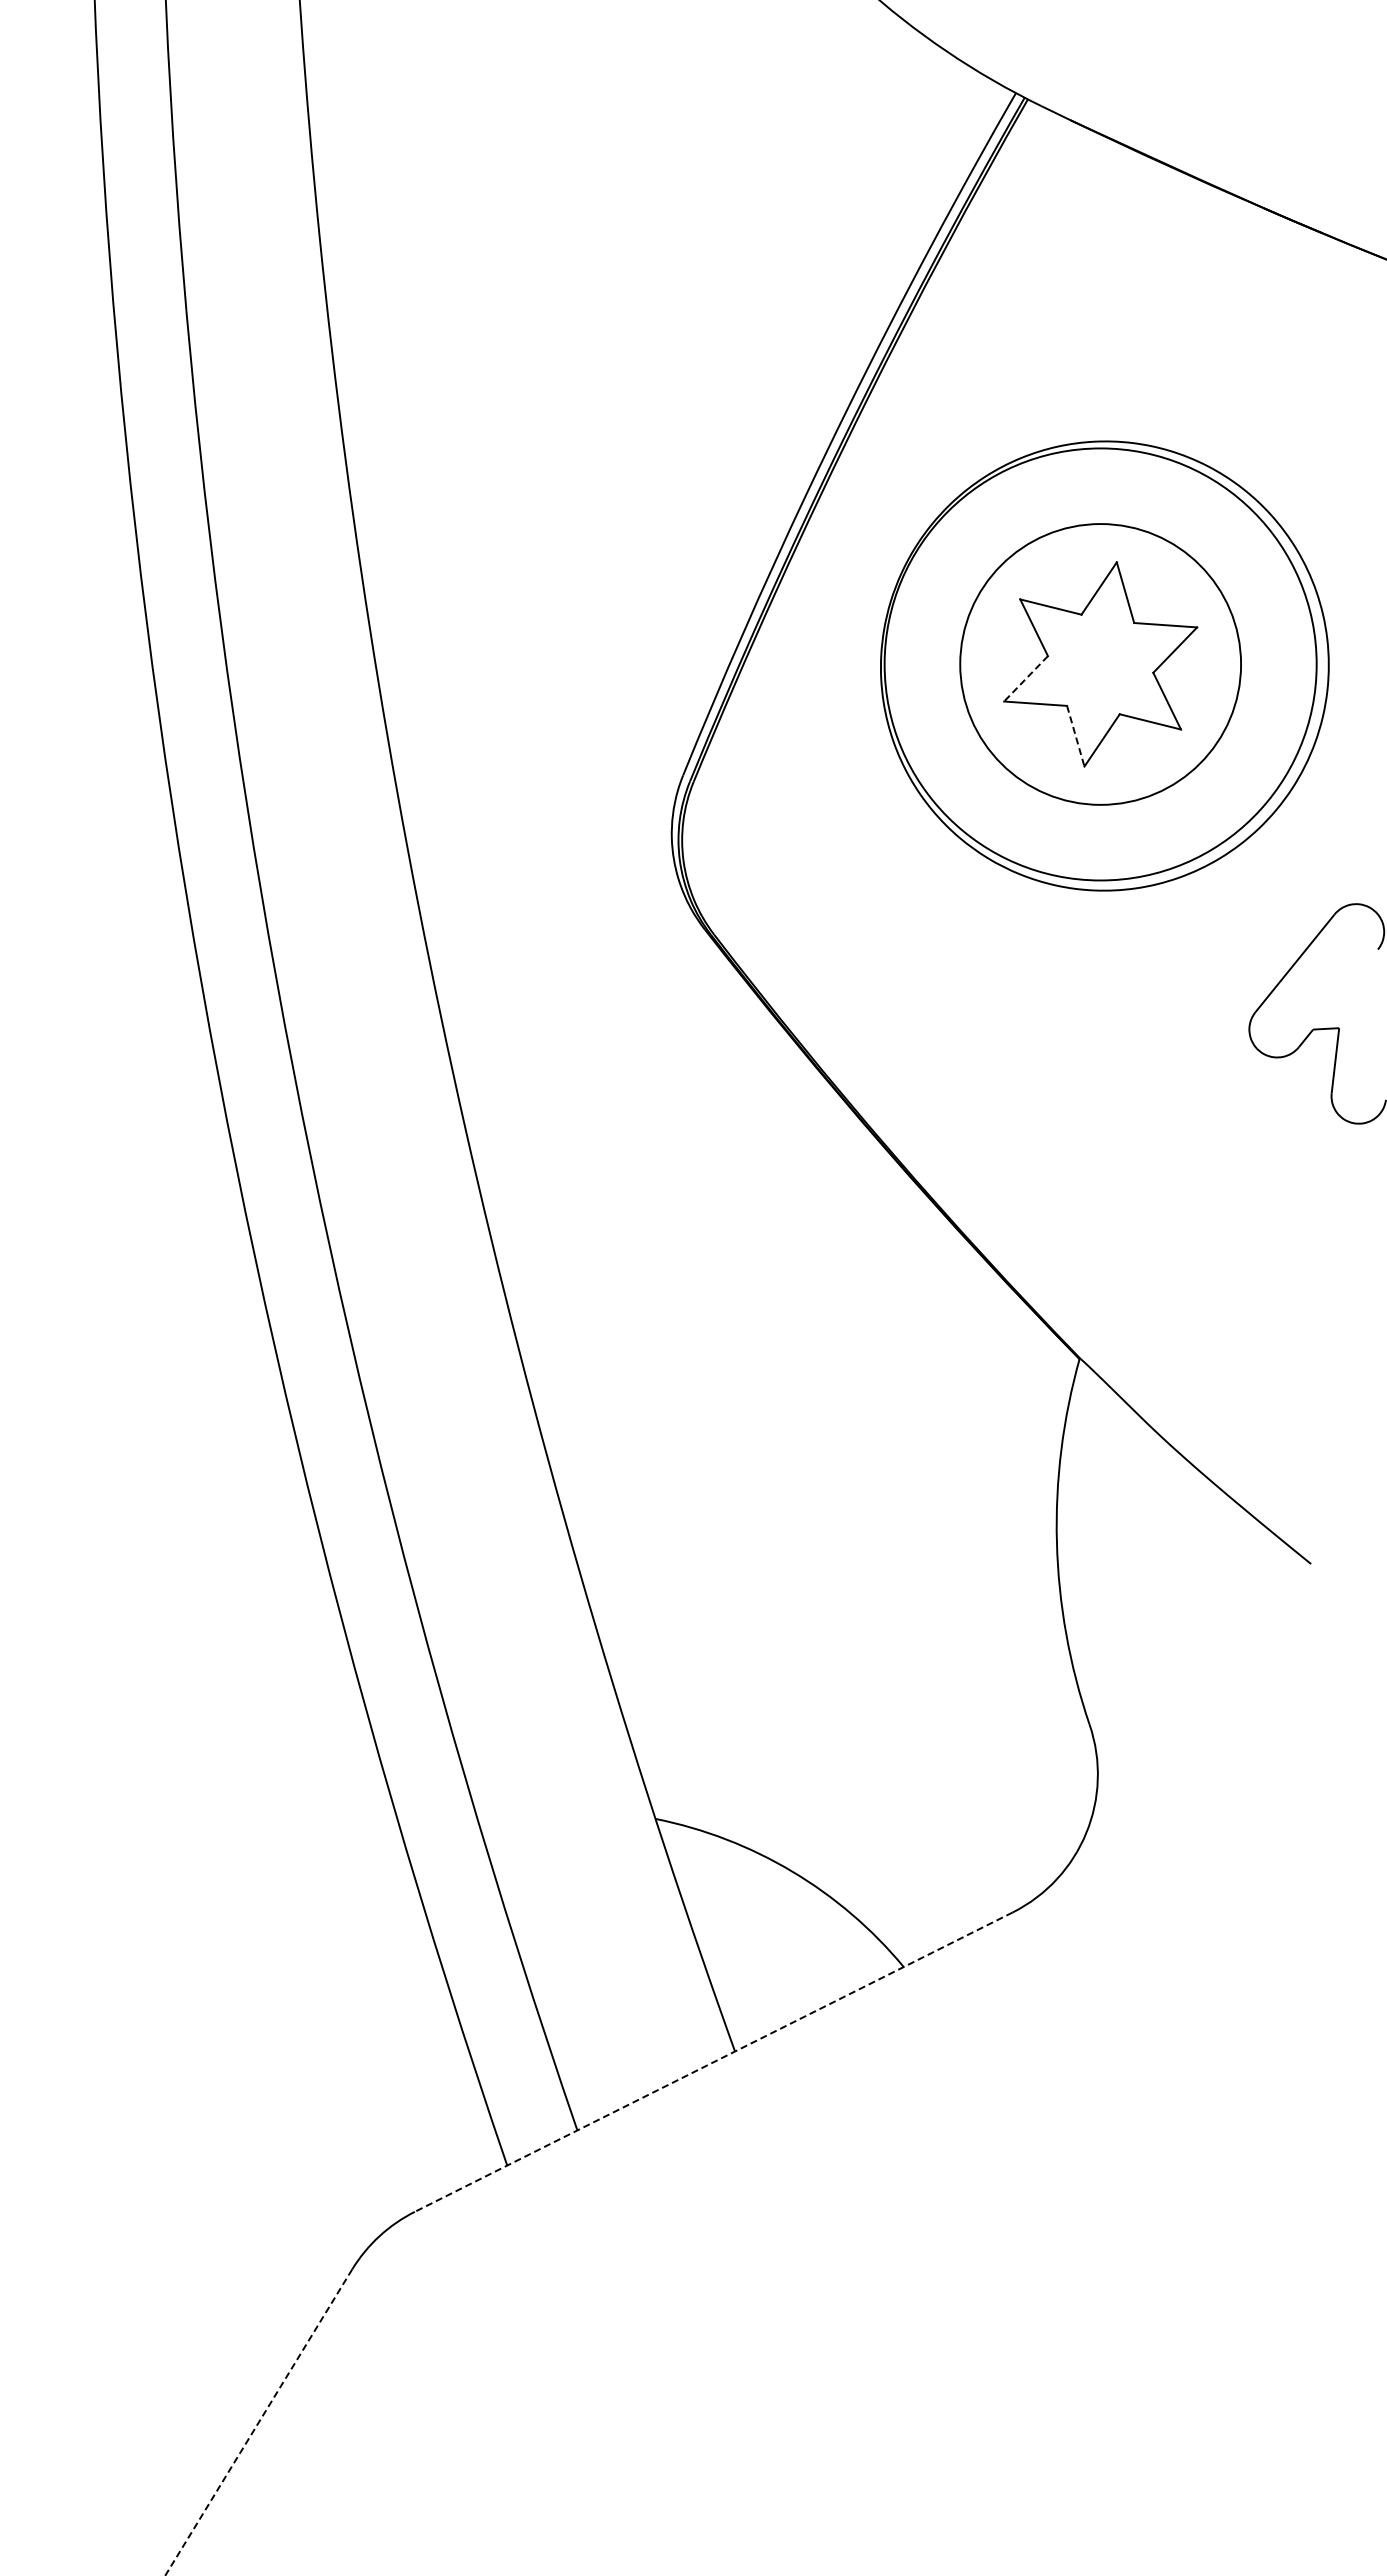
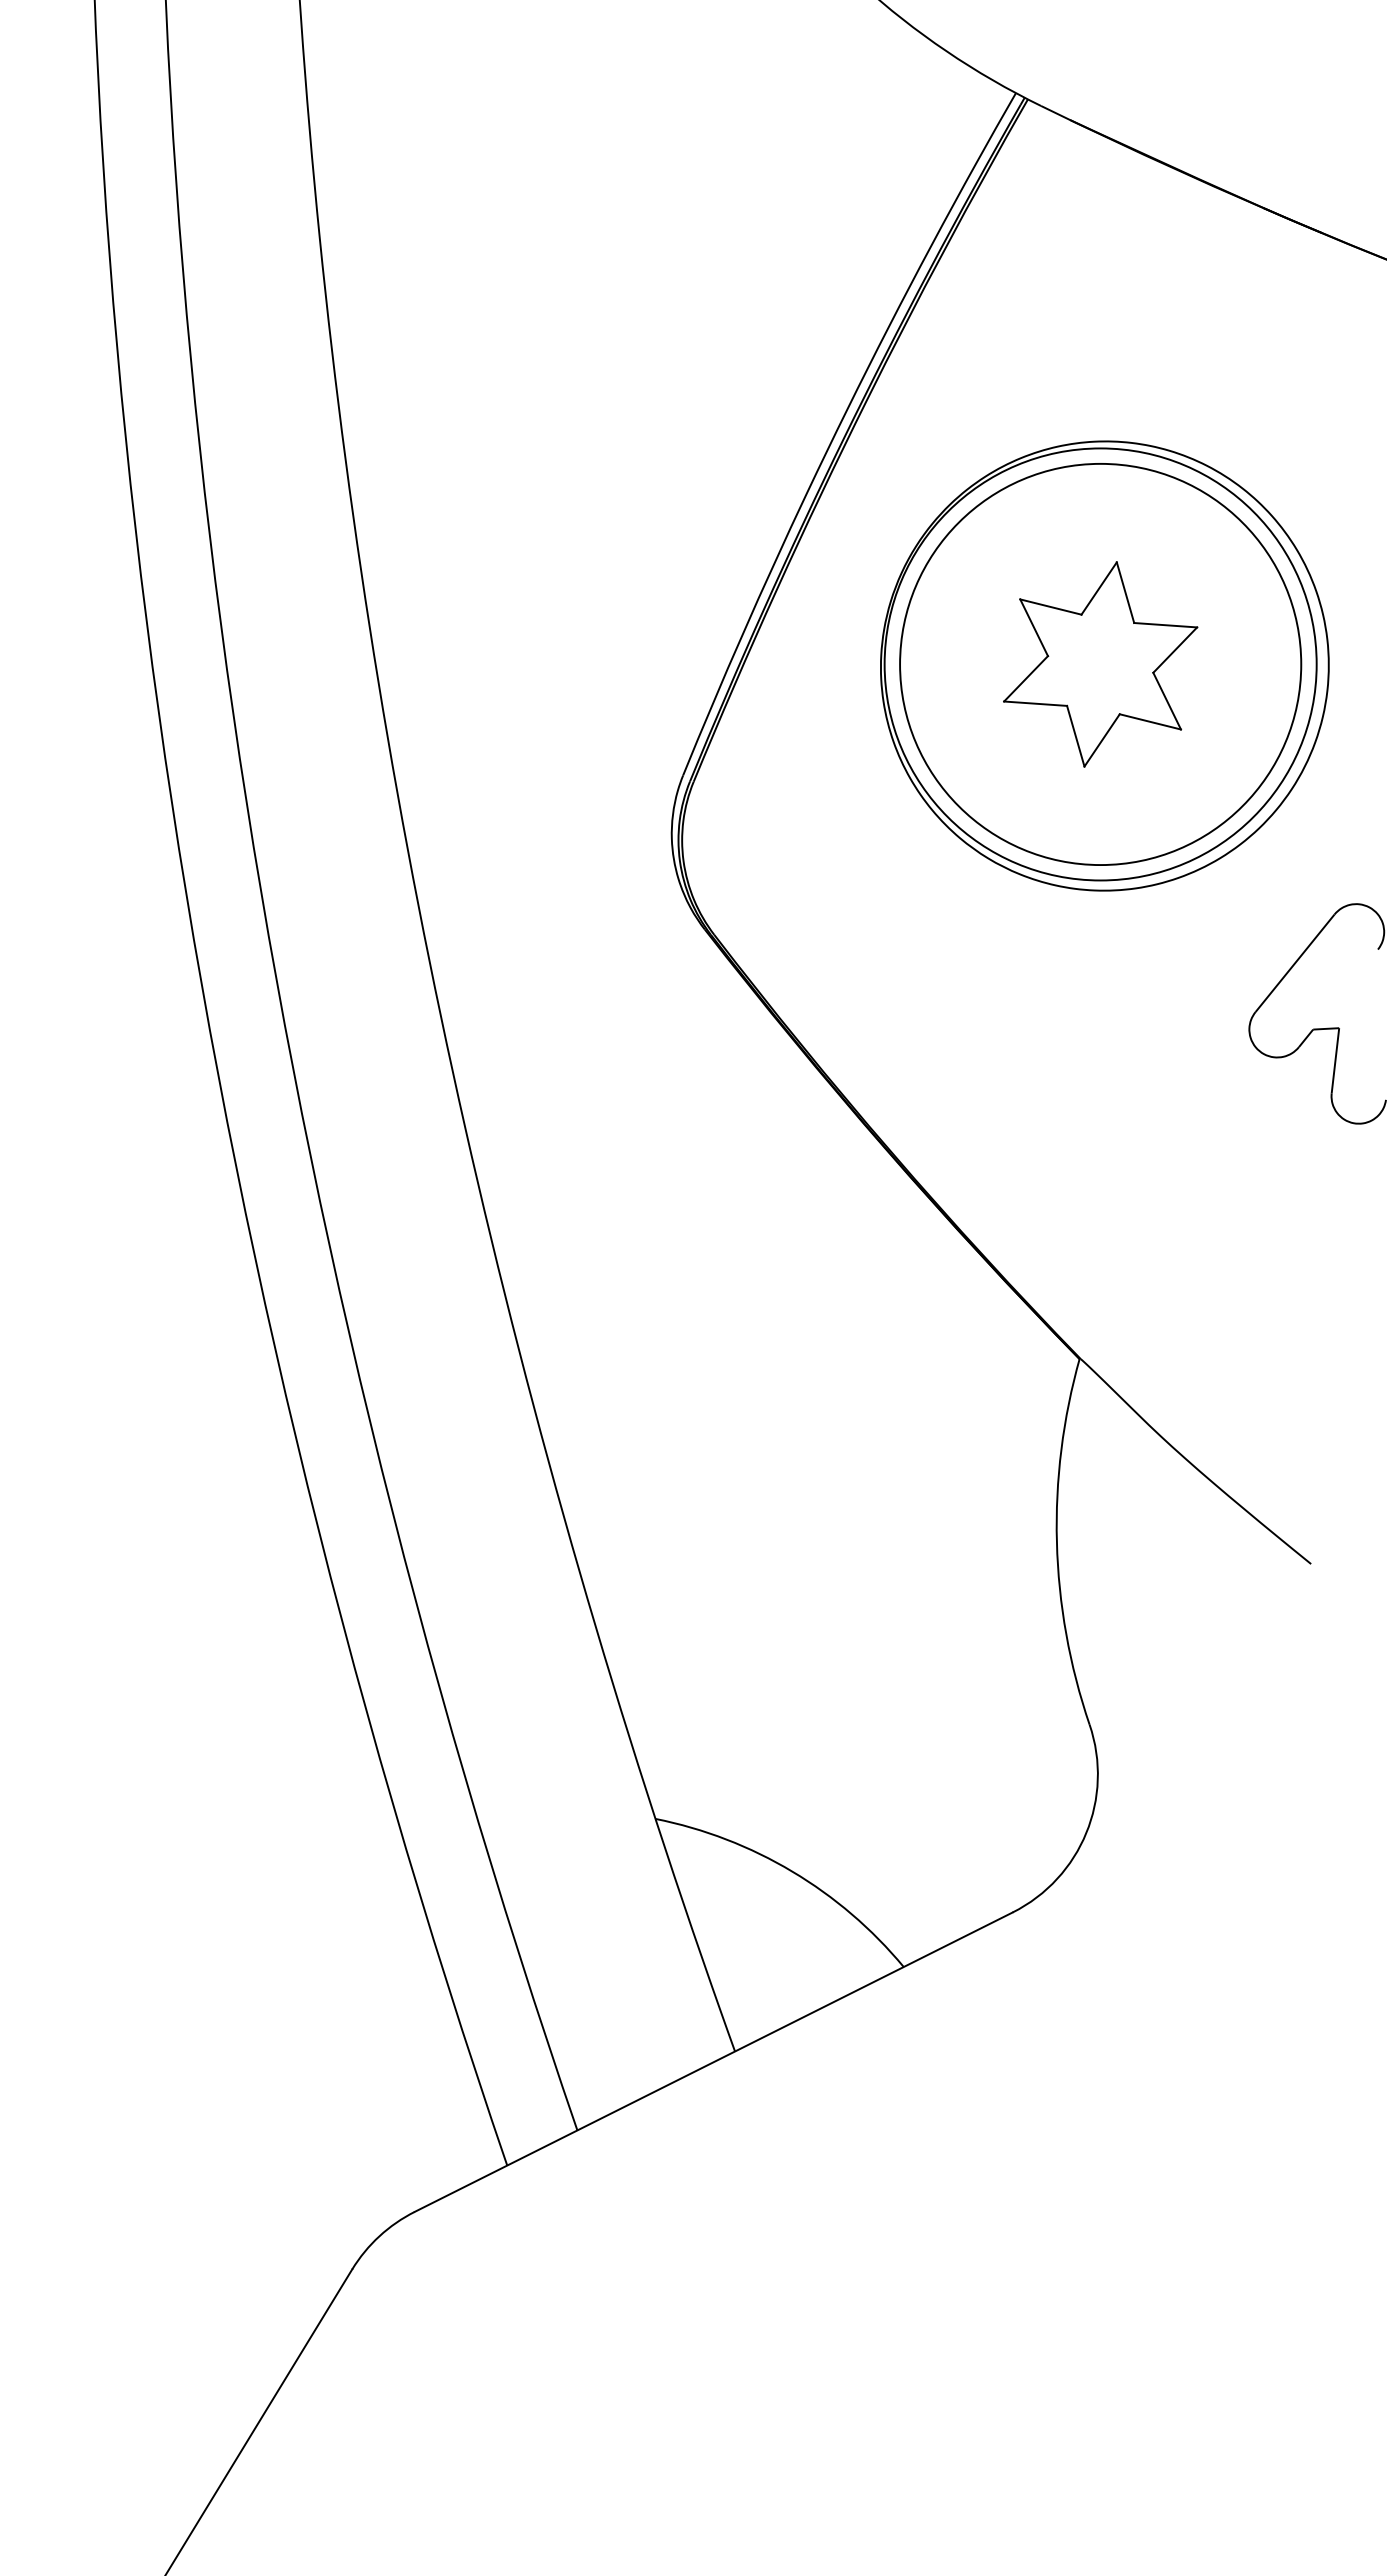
circle at (1100, 664) diameter: 281 px -> 401 px
line at (1026, 678): dashed -> solid
line at (1075, 736): dashed -> solid
line at (713, 2062): dashed -> solid
line at (258, 2422): dashed -> solid
